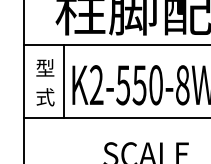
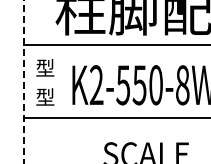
line at (23, 81): solid -> dashed
line at (64, 81): present -> none
text at (45, 97): 式 -> 型
